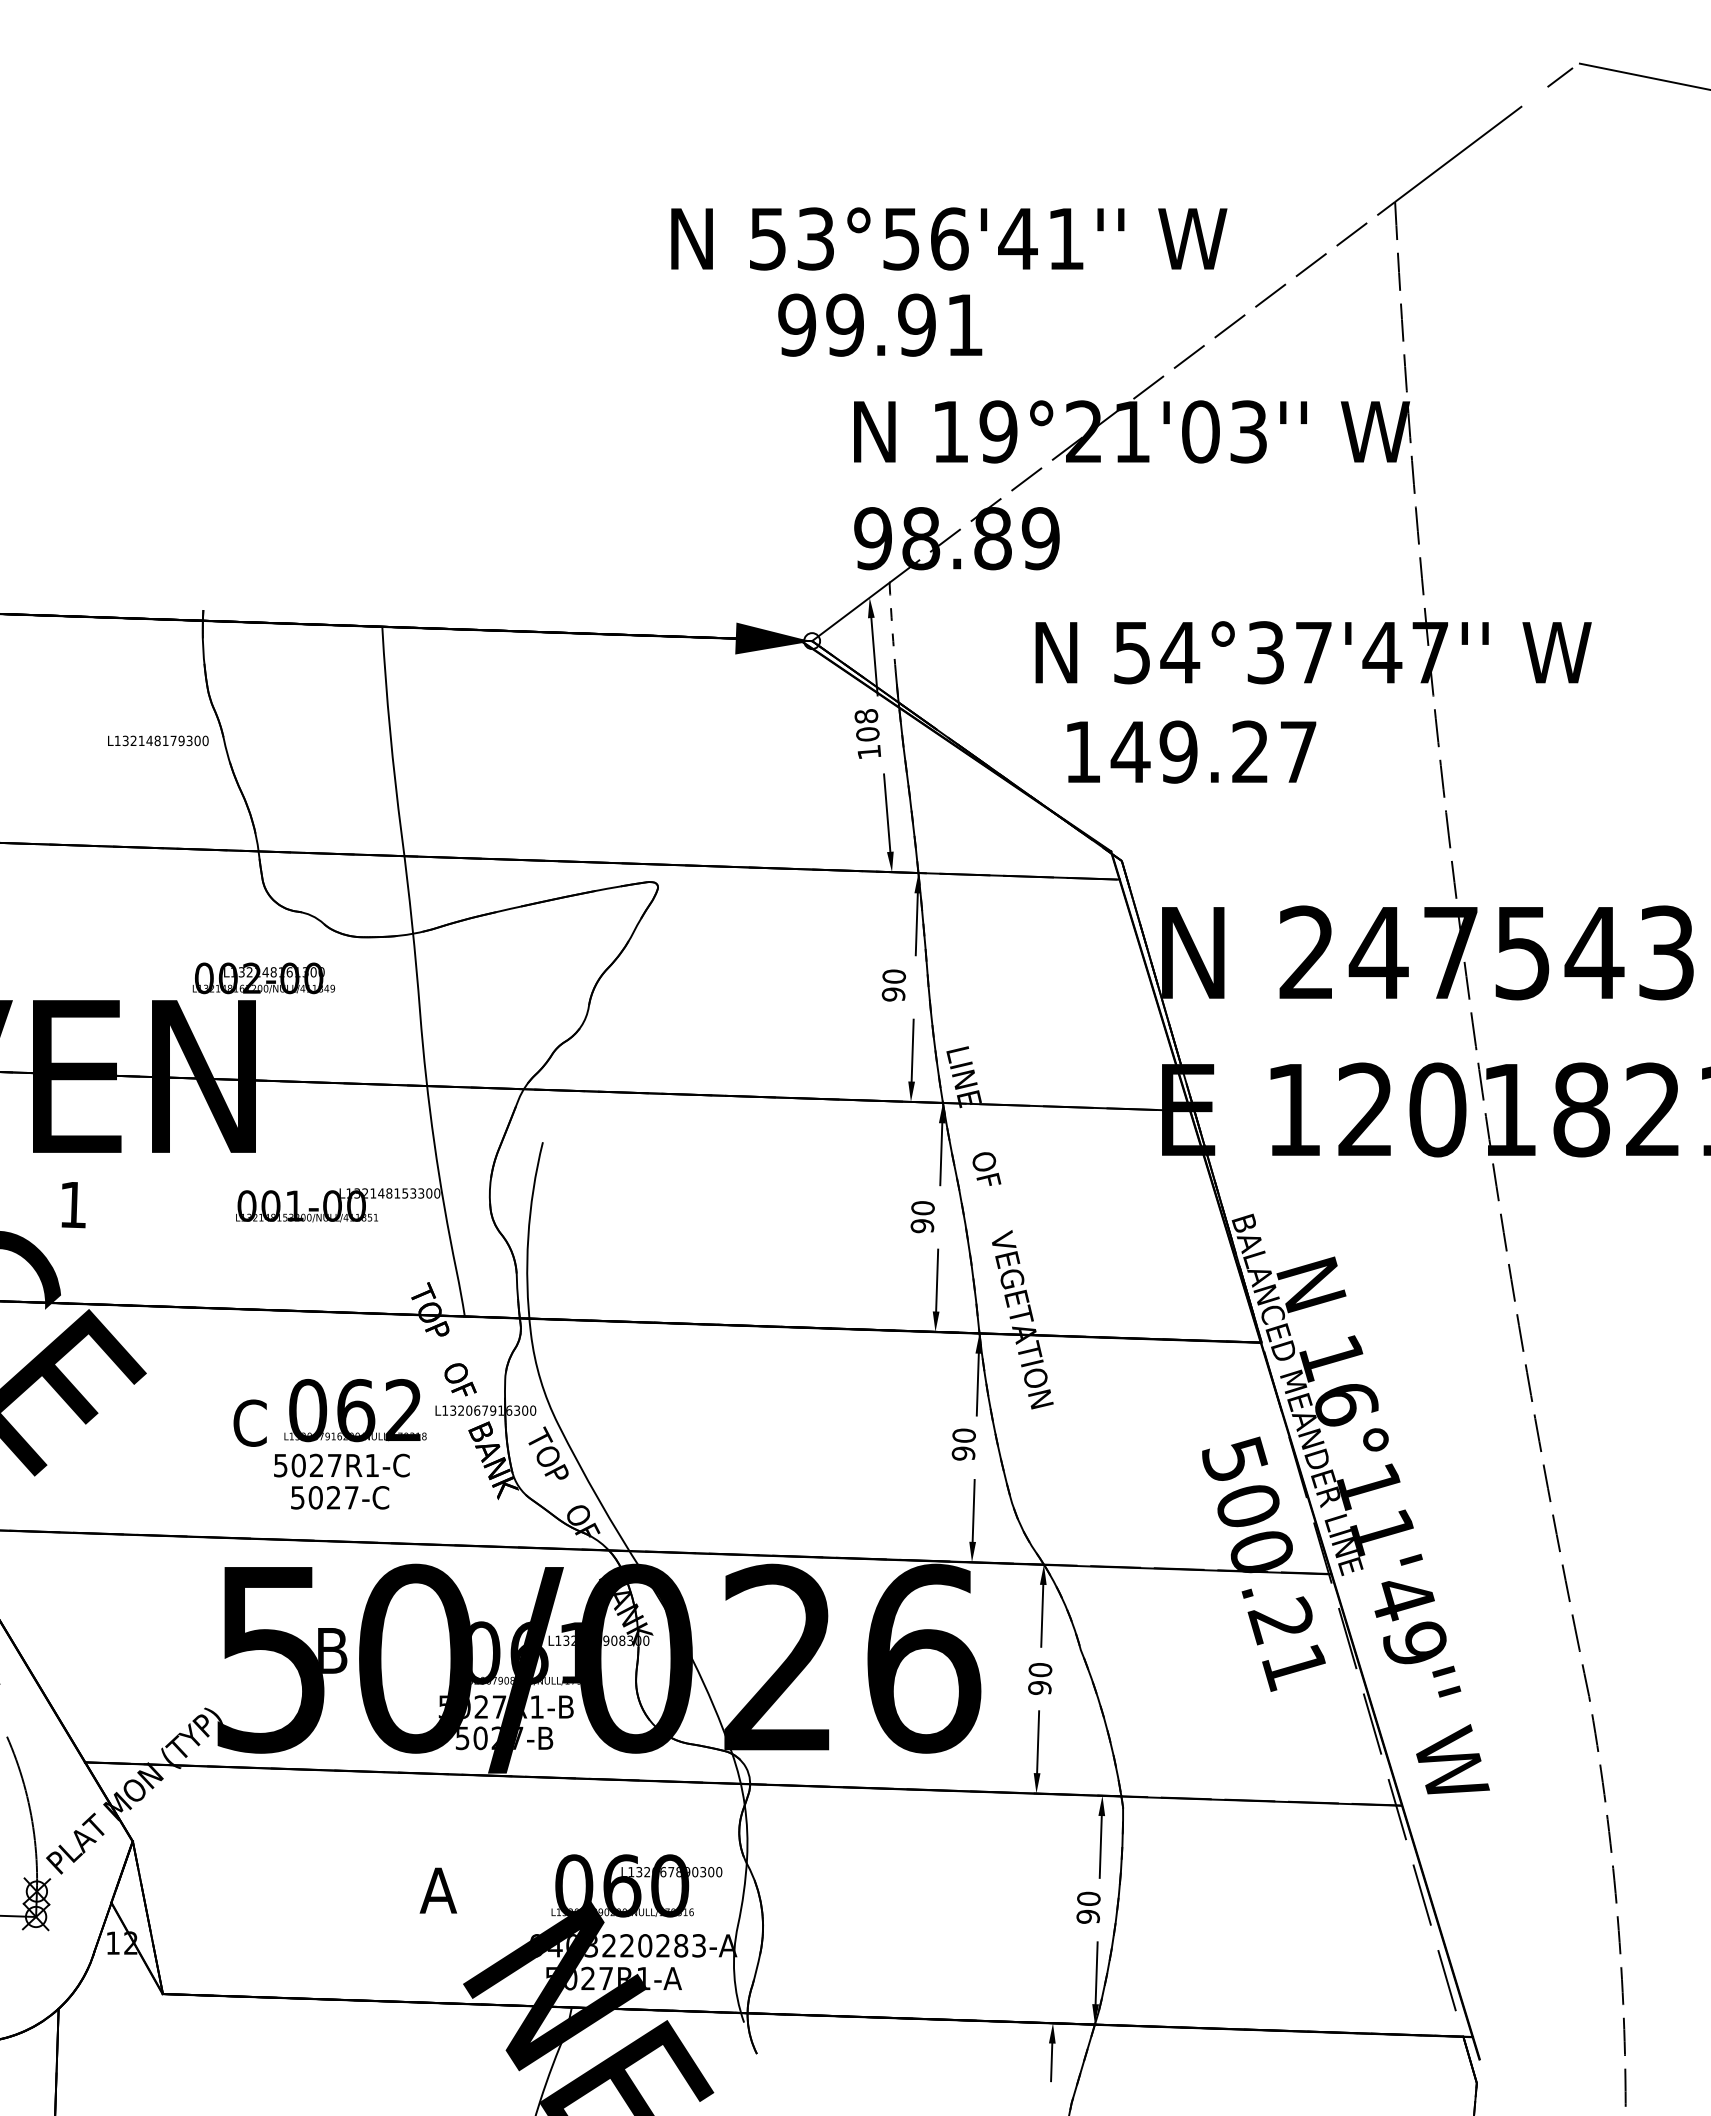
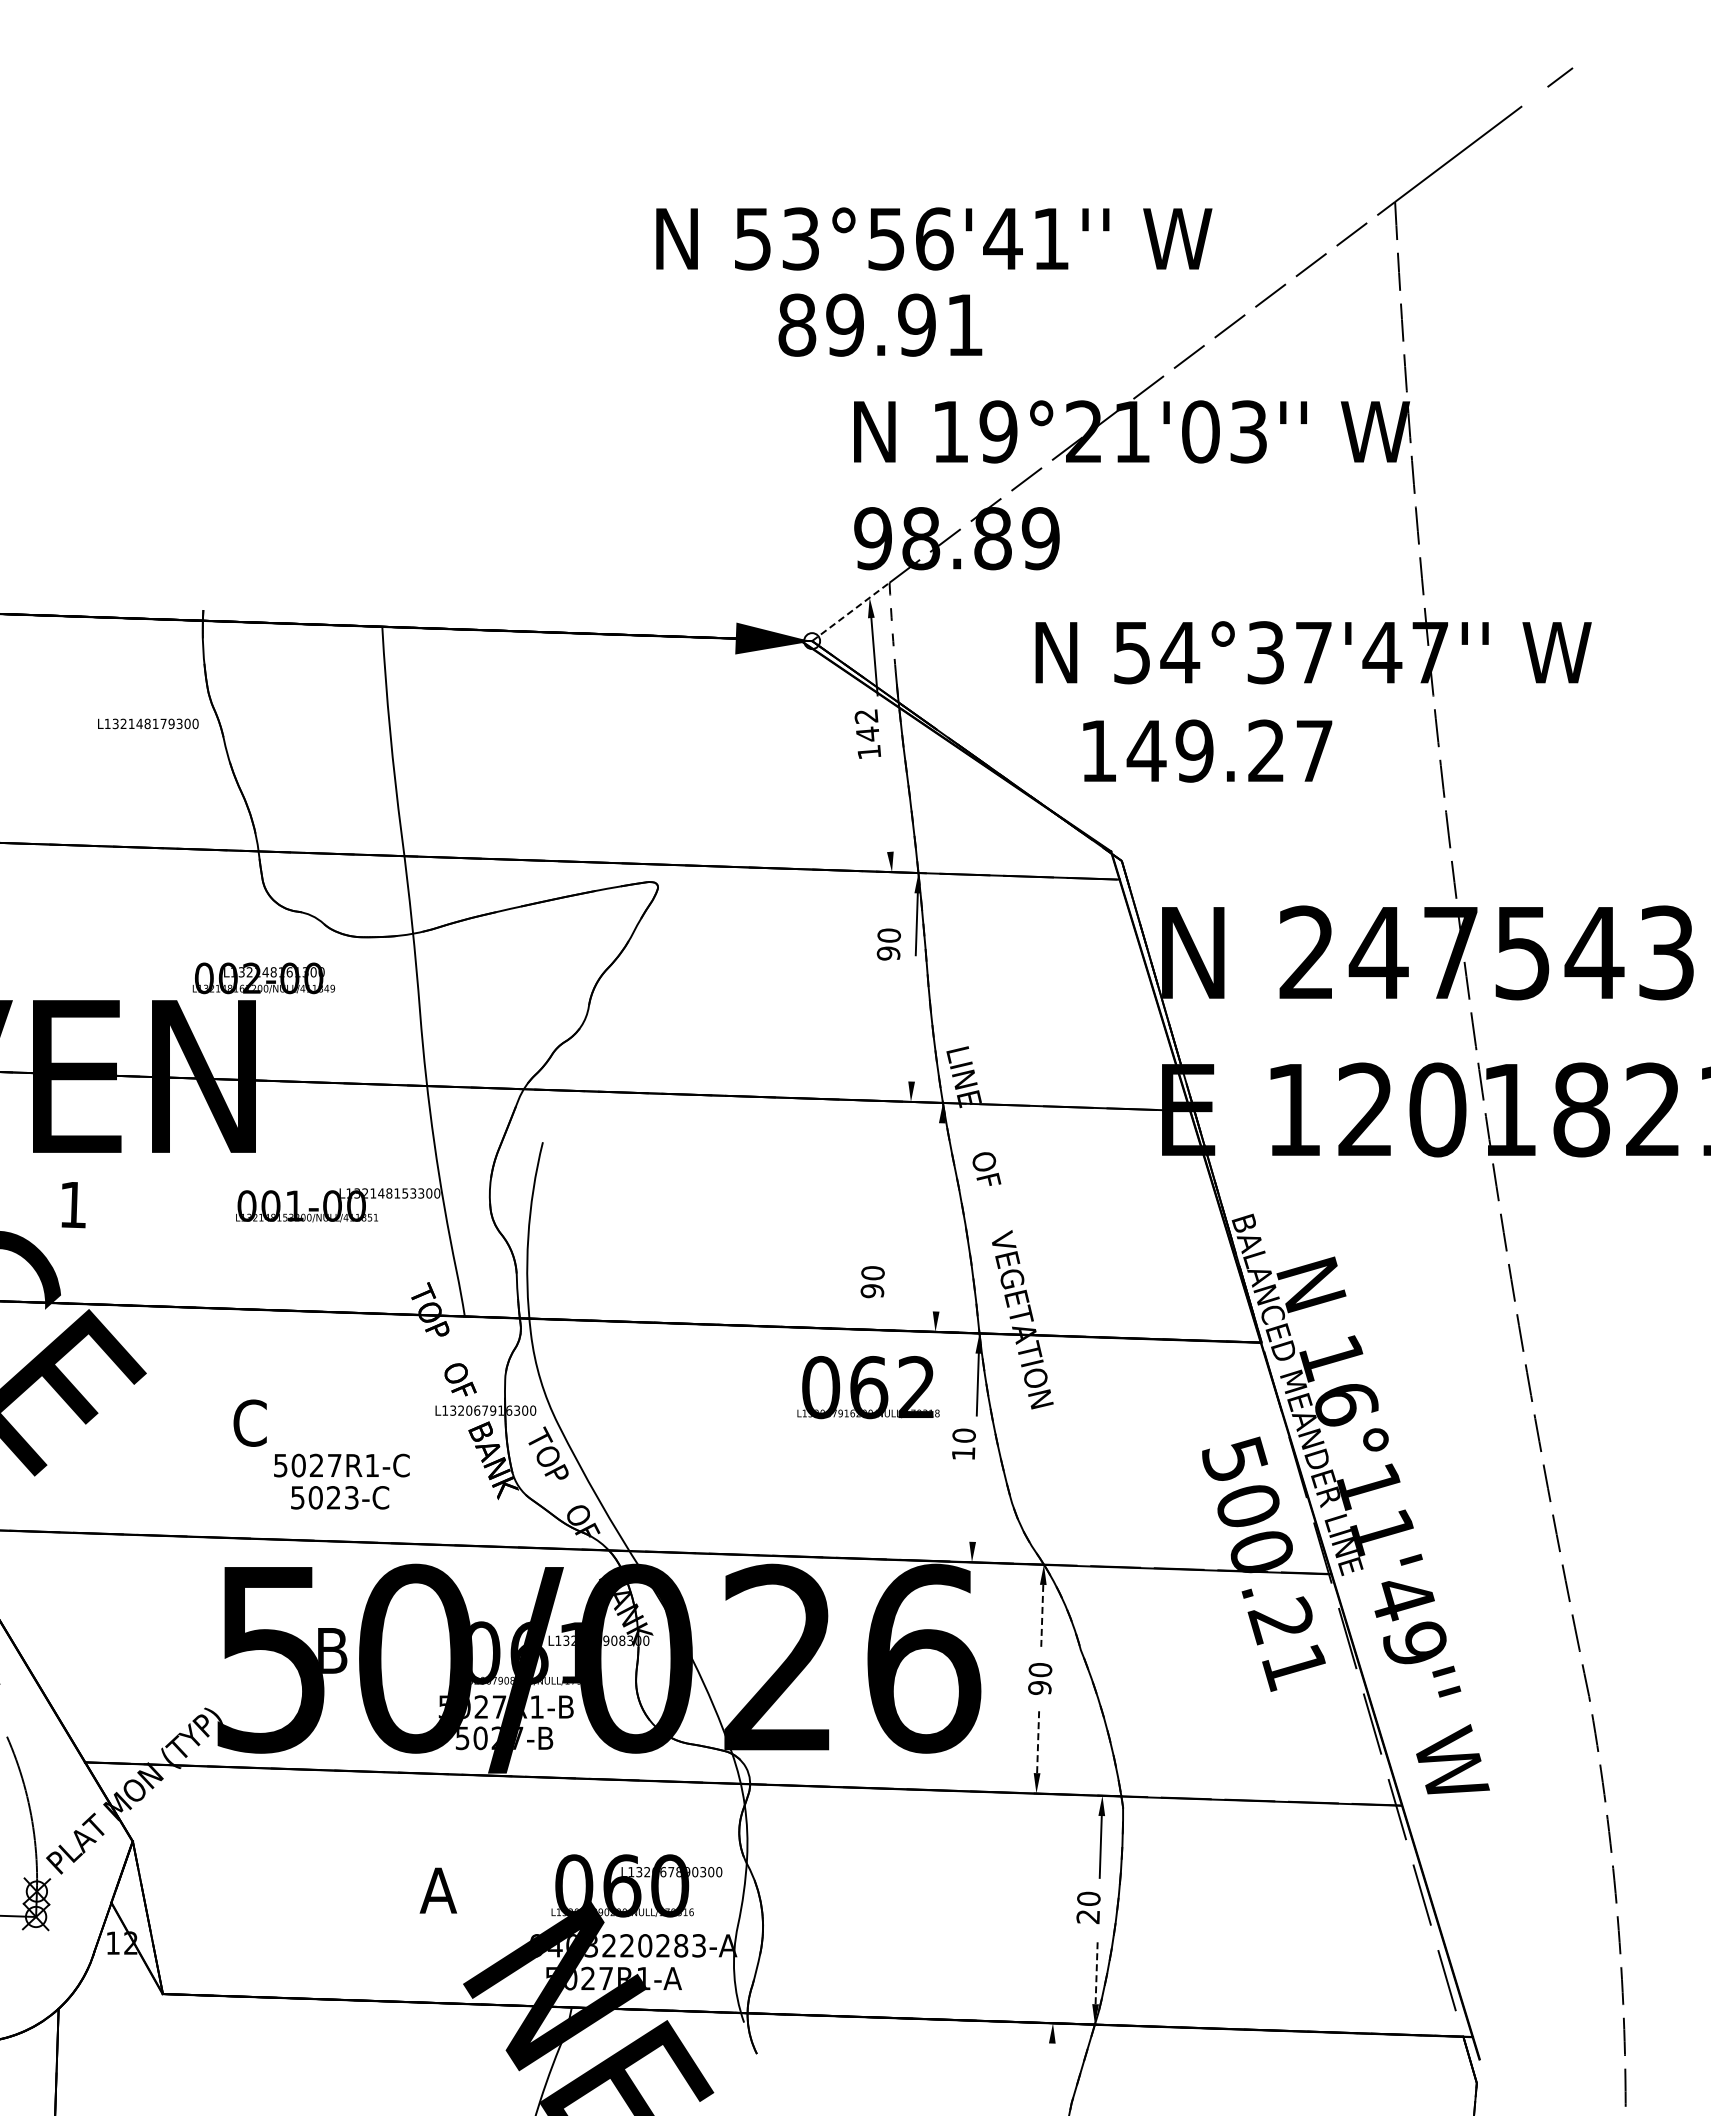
line at (1642, 76): present -> none
text at (949, 238) position: (949, 238) -> (934, 238)
text at (797, 324): 99.91 -> 89.91
line at (851, 611): solid -> dashed
text at (866, 725): 108 -> 142
text at (158, 740) position: (158, 740) -> (148, 723)
text at (1191, 751) position: (1191, 751) -> (1207, 750)
line at (887, 812): present -> none
text at (893, 985) position: (893, 985) -> (888, 944)
line at (912, 1050): present -> none
line at (941, 1154): present -> none
text at (922, 1217) position: (922, 1217) -> (872, 1282)
line at (937, 1280): present -> none
text at (355, 1410) position: (355, 1410) -> (868, 1387)
text at (963, 1453): 90 -> 10
text at (351, 1497): 5027-C -> 5023-C
line at (973, 1510): present -> none
line at (1042, 1615): solid -> dashed
line at (1038, 1742): solid -> dashed
text at (1088, 1916): 90 -> 20
line at (1096, 1973): solid -> dashed
line at (1051, 2062): present -> none
